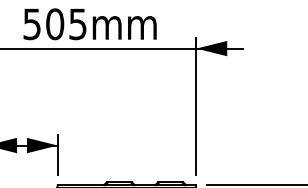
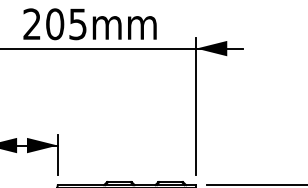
text at (31, 24): 505mm -> 205mm
